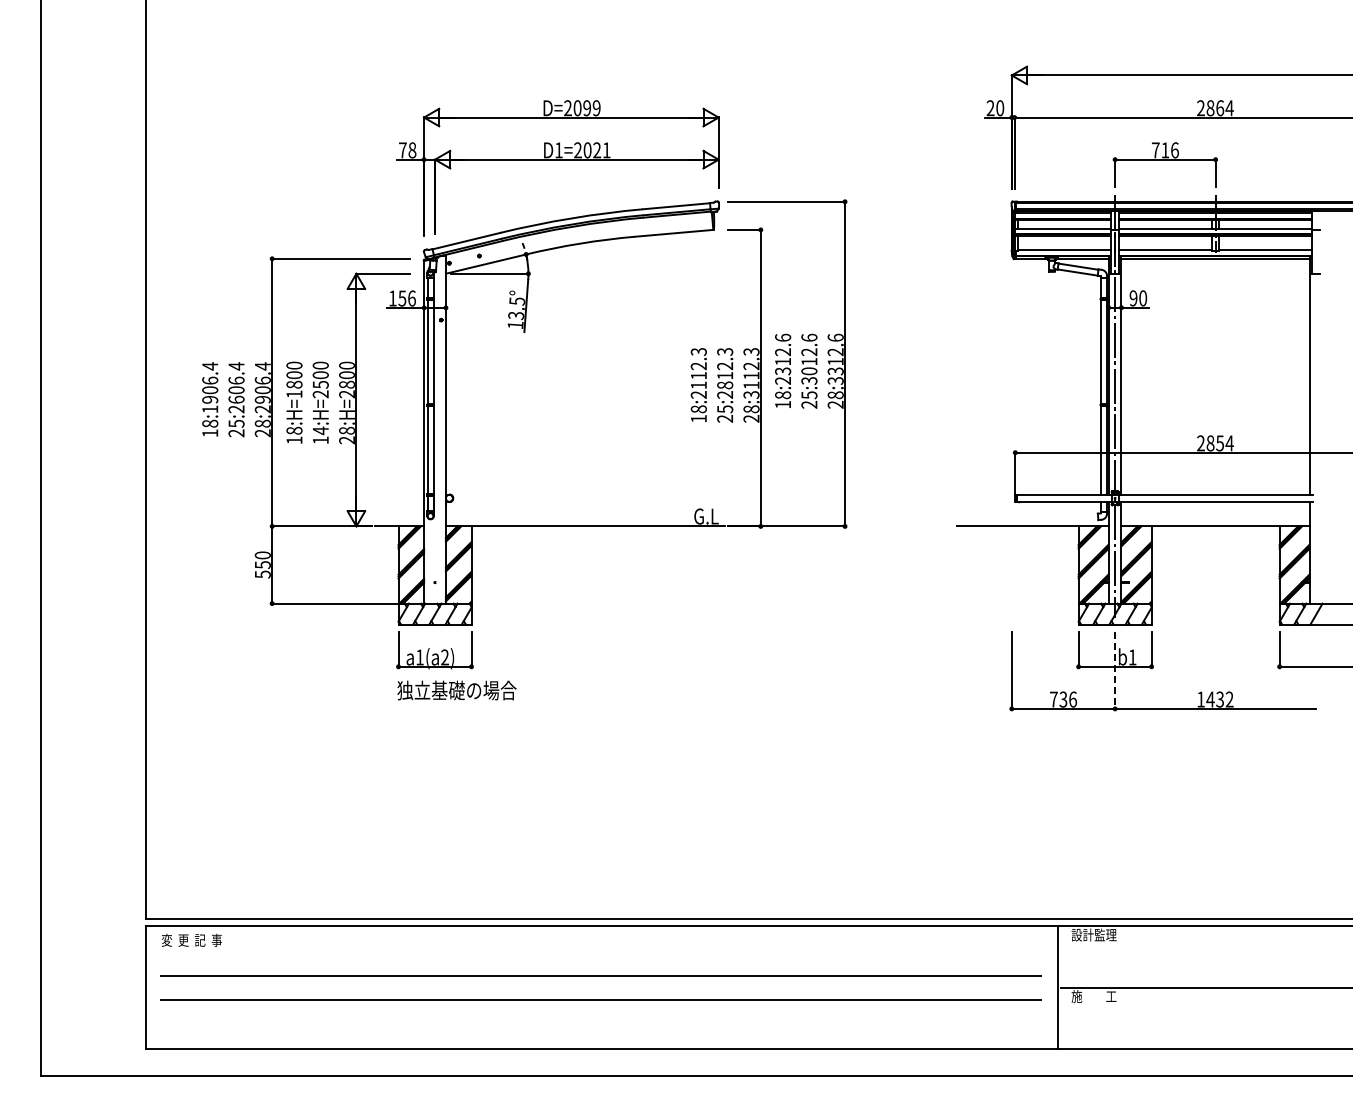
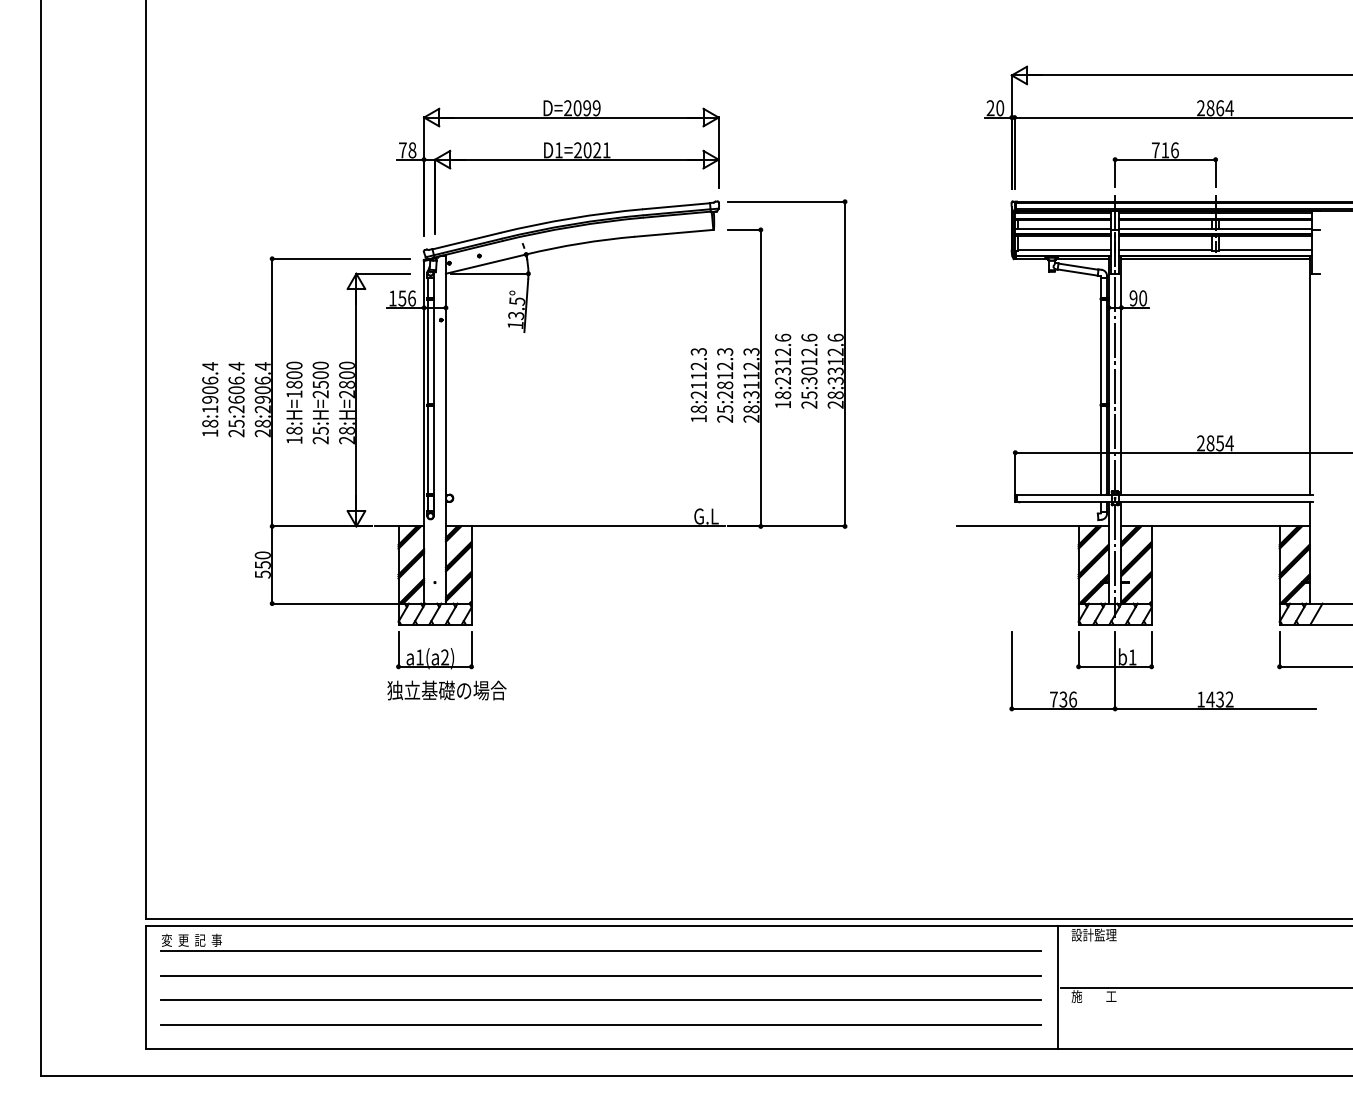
text at (320, 435): 14:H=2500 -> 25:H=2500
line at (1115, 670): dashed -> solid
text at (456, 690) position: (456, 690) -> (446, 690)
line at (600, 951): none -> present
line at (600, 1024): none -> present
